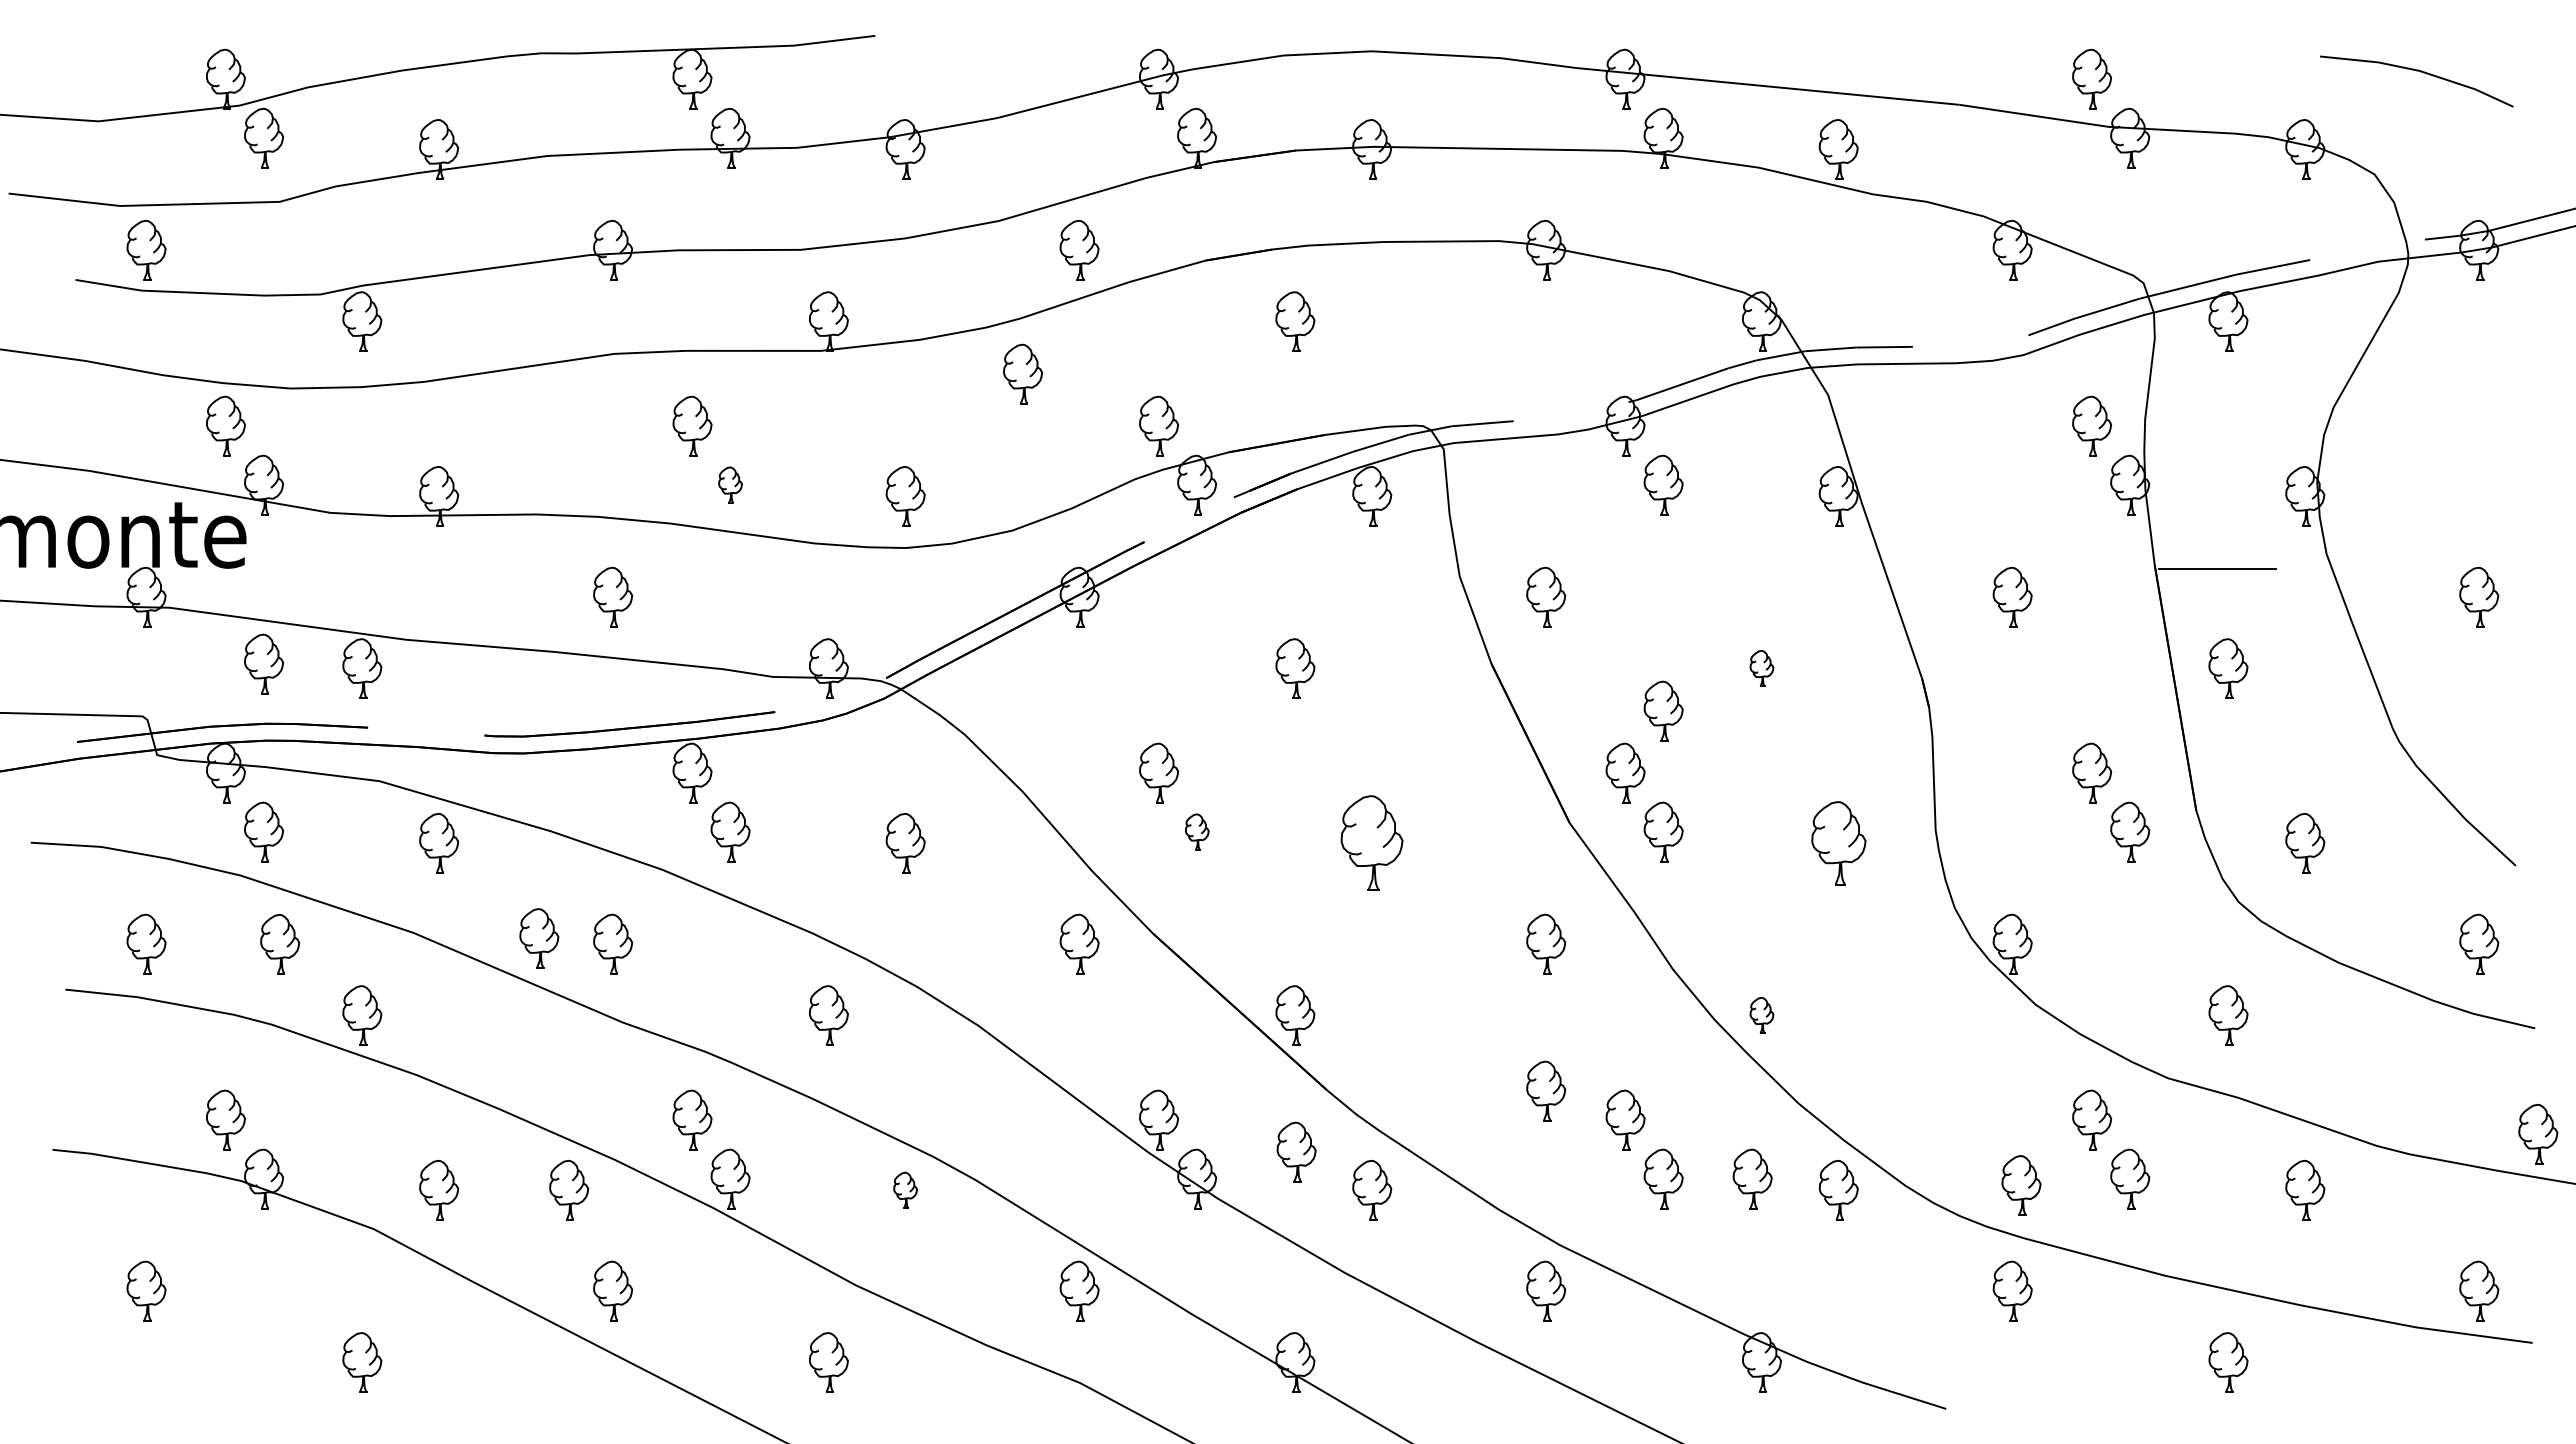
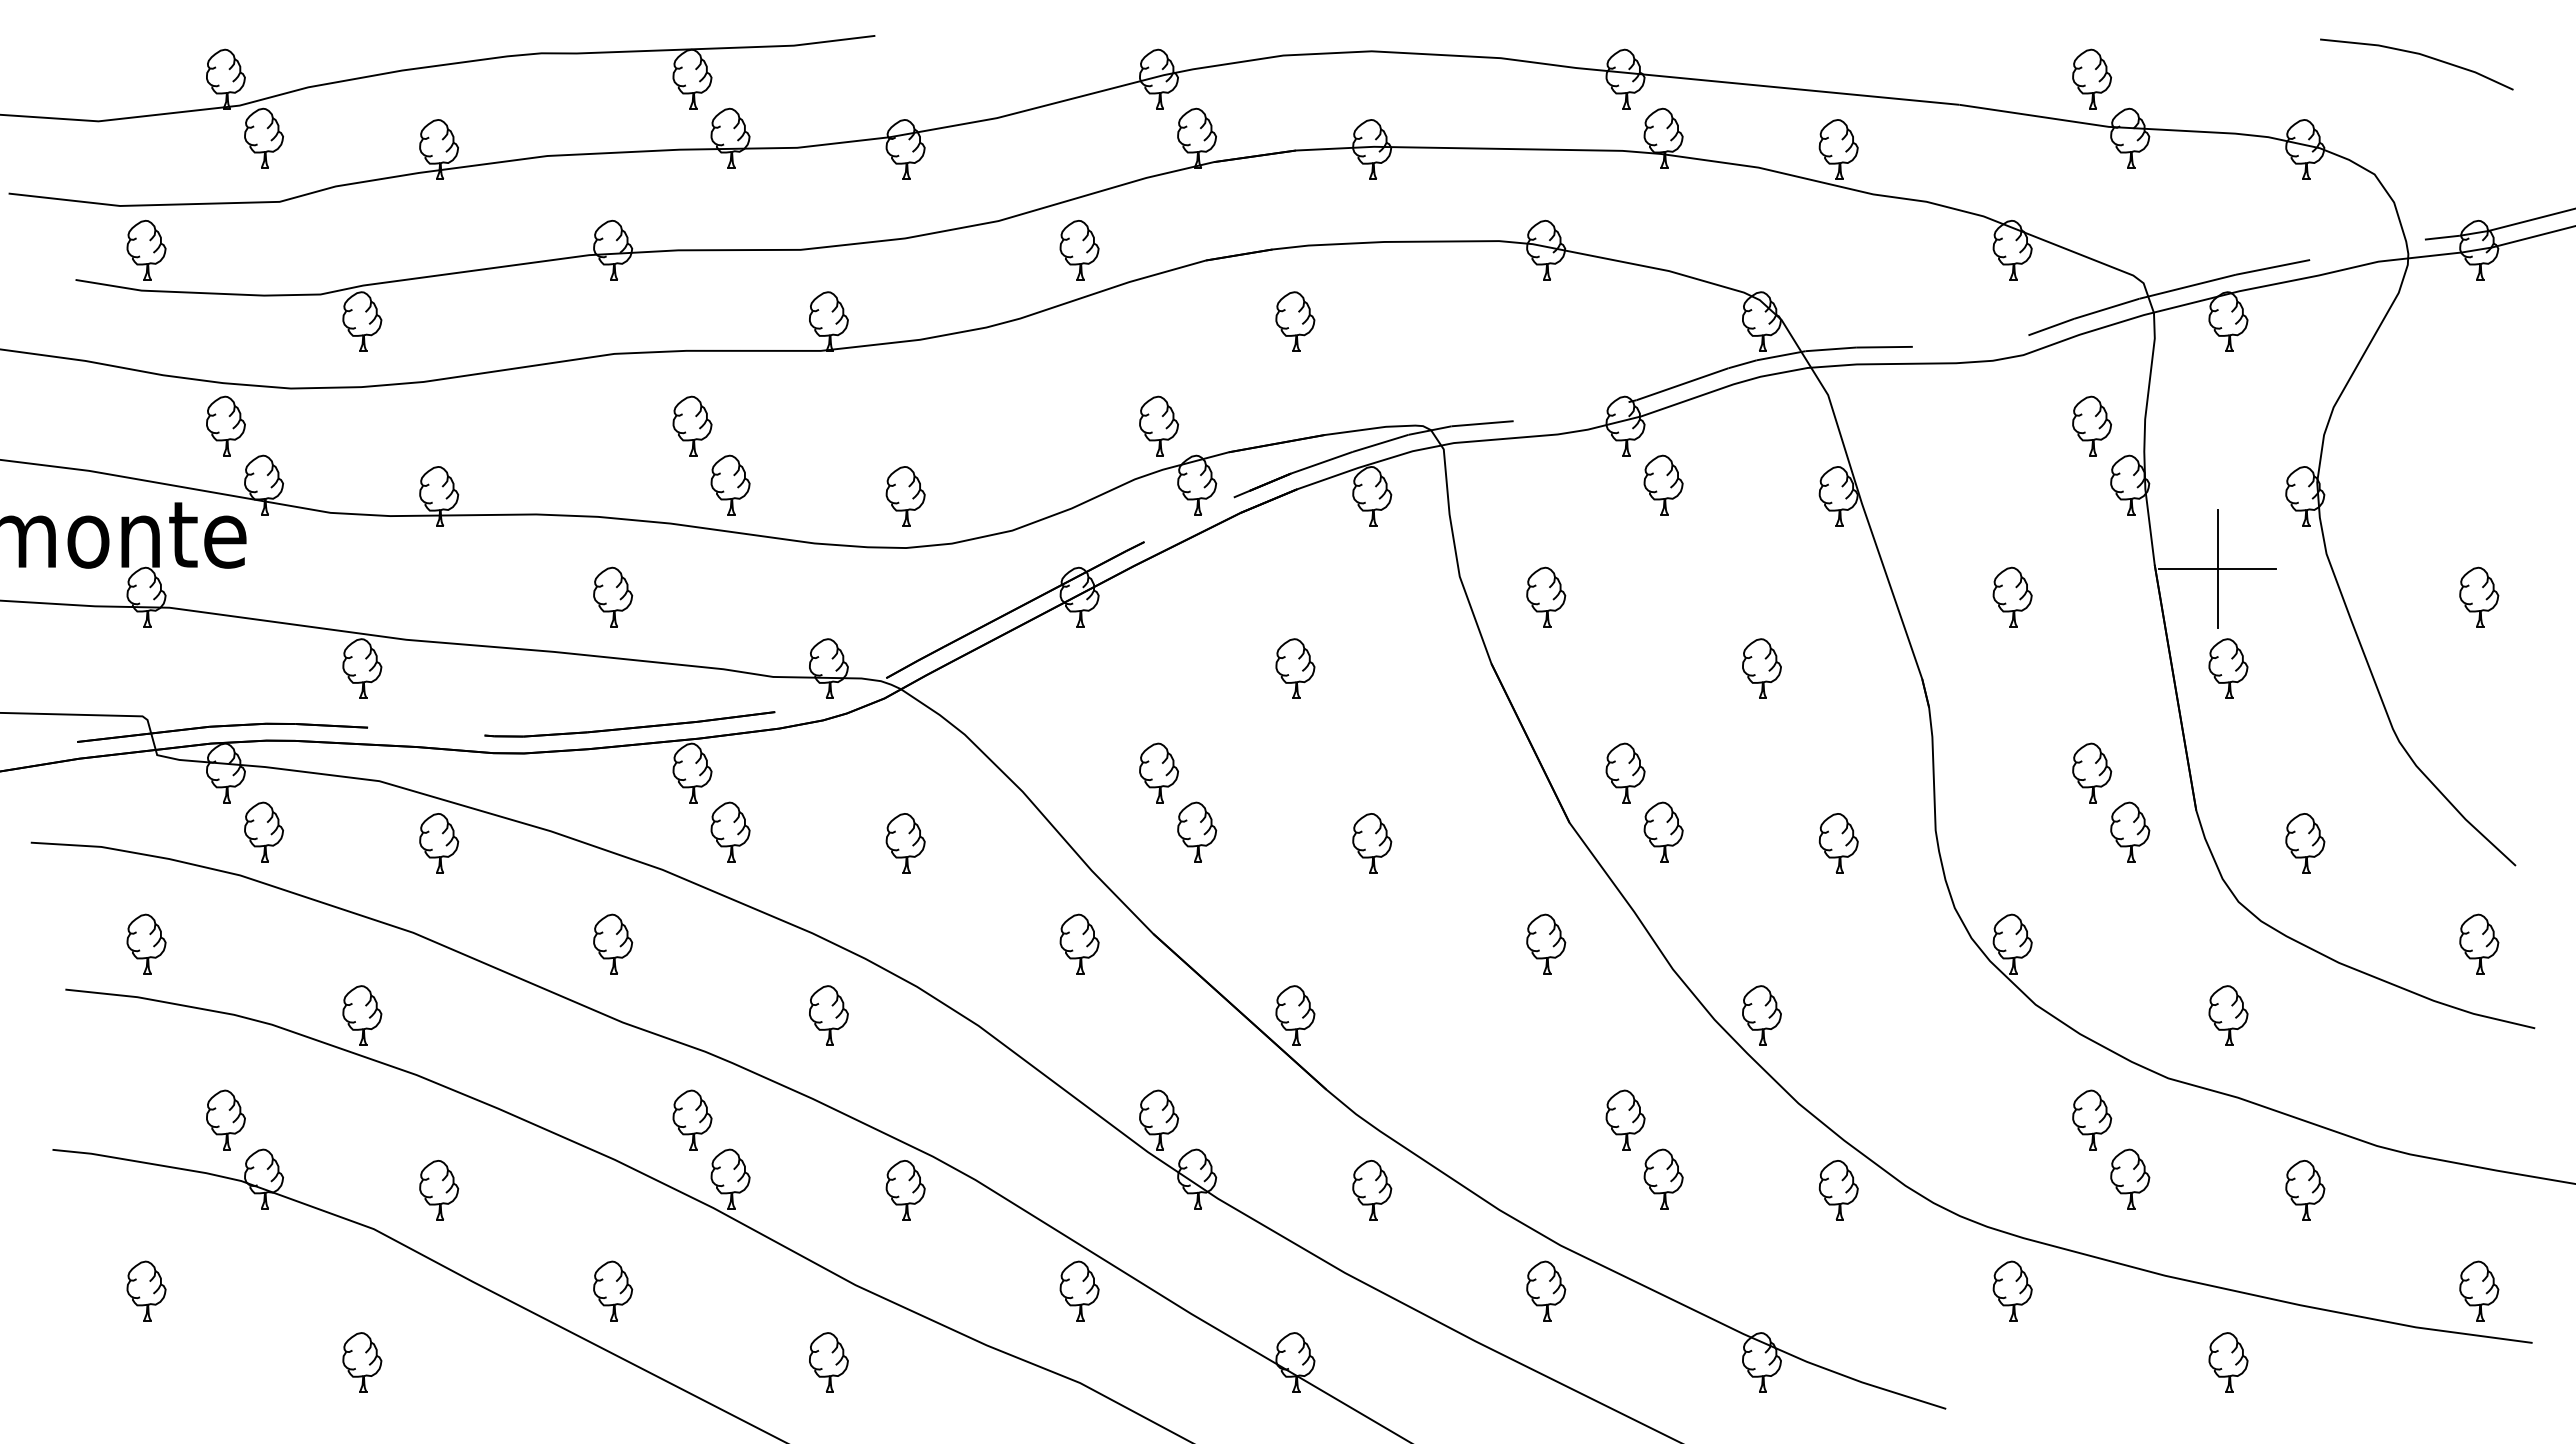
line at (2420, 72) position: (2420, 72) -> (2420, 55)
part at (1022, 373): present -> none
part at (730, 484) size: 25x38 px -> 41x62 px
line at (2217, 568): none -> present
part at (263, 663): present -> none
part at (1761, 668) size: 26x37 px -> 40x61 px
part at (1663, 710): present -> none
part at (1197, 831) size: 25x38 px -> 41x62 px
part at (1371, 842) size: 64x96 px -> 41x61 px
part at (1838, 843) size: 56x85 px -> 41x61 px
part at (539, 938): present -> none
part at (280, 944): present -> none
part at (1761, 1015) size: 26x37 px -> 40x61 px
part at (1546, 1090): present -> none
part at (2538, 1133): present -> none
part at (1296, 1151): present -> none
part at (1752, 1178): present -> none
part at (2021, 1185): present -> none
part at (905, 1189) size: 25x38 px -> 41x61 px
part at (569, 1190): present -> none
